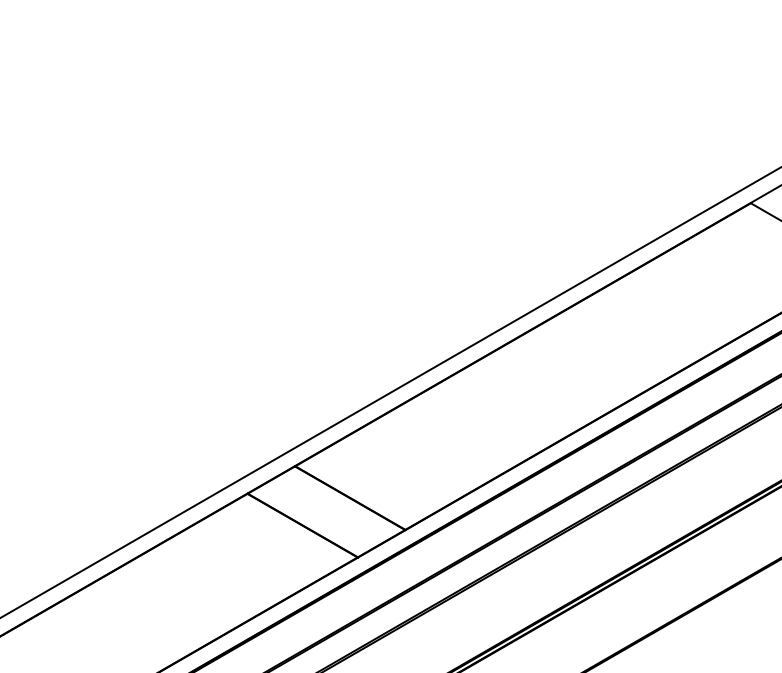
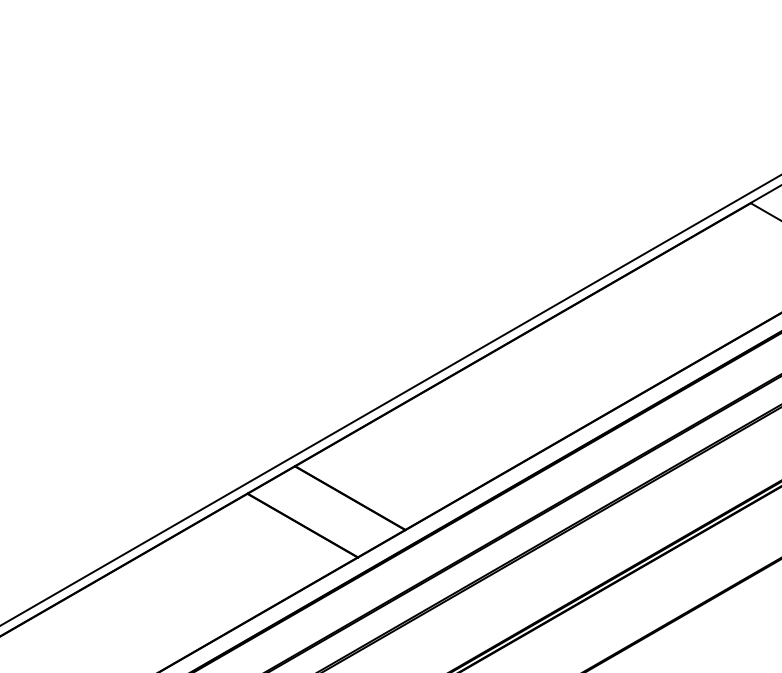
line at (390, 392) position: (390, 392) -> (390, 400)
